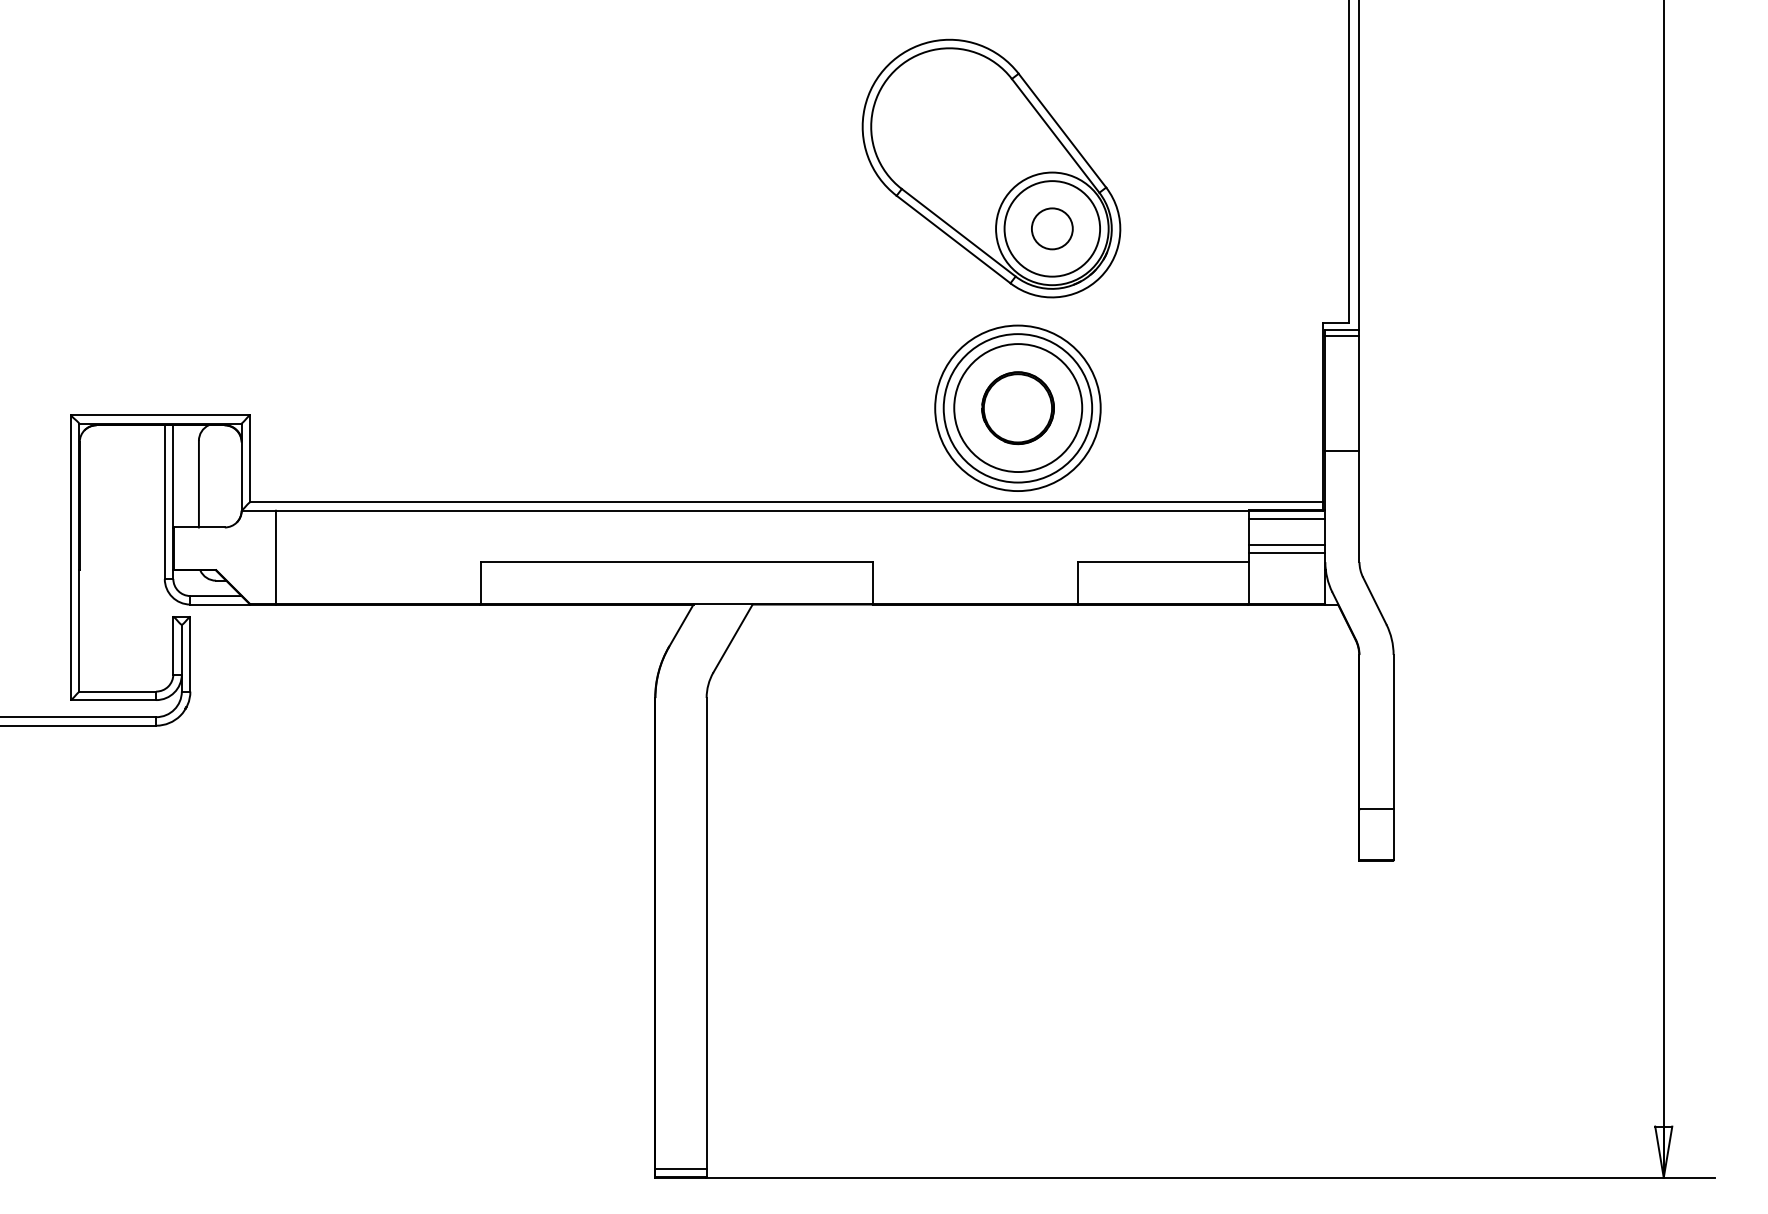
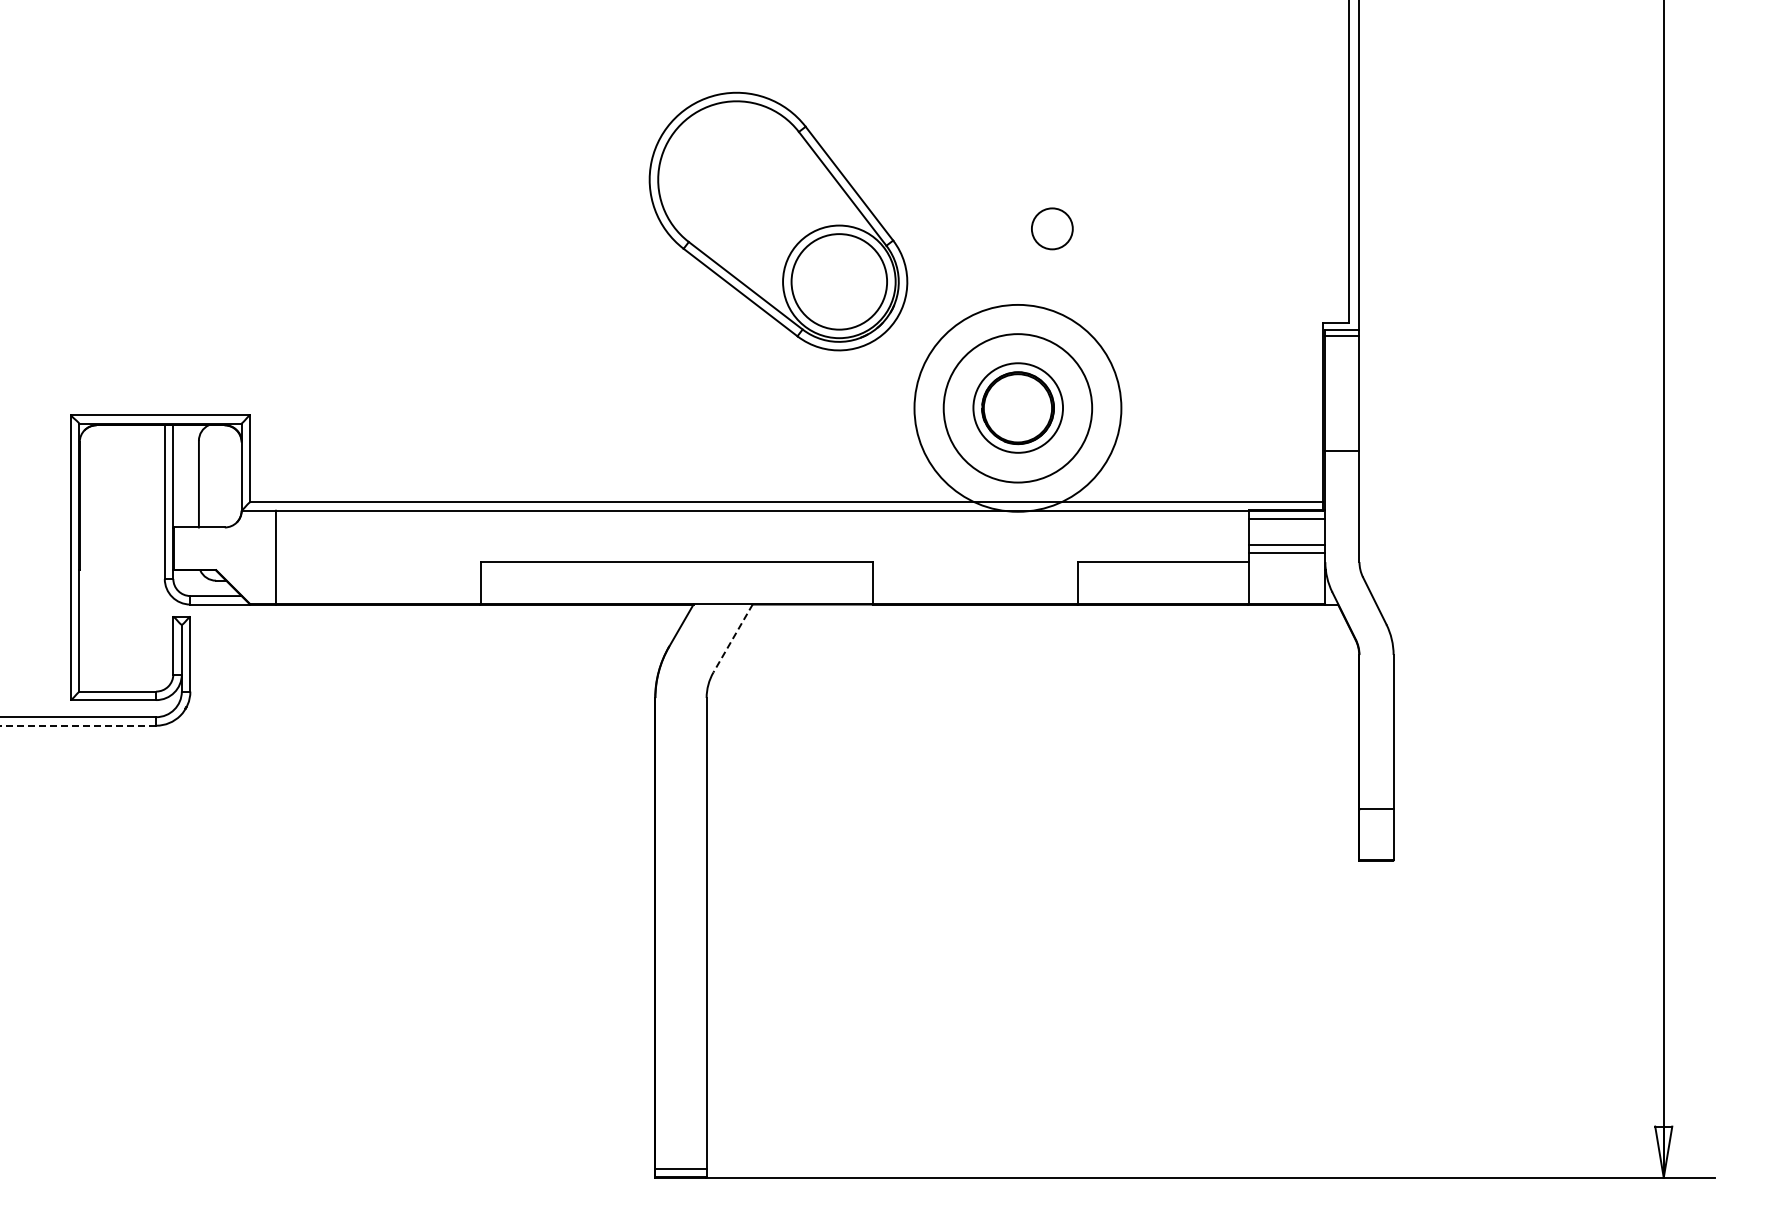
part at (991, 168) position: (991, 168) -> (778, 221)
circle at (1017, 408) diameter: 166 px -> 207 px
circle at (1018, 408) diameter: 128 px -> 90 px
line at (732, 638): solid -> dashed
line at (78, 725): solid -> dashed
